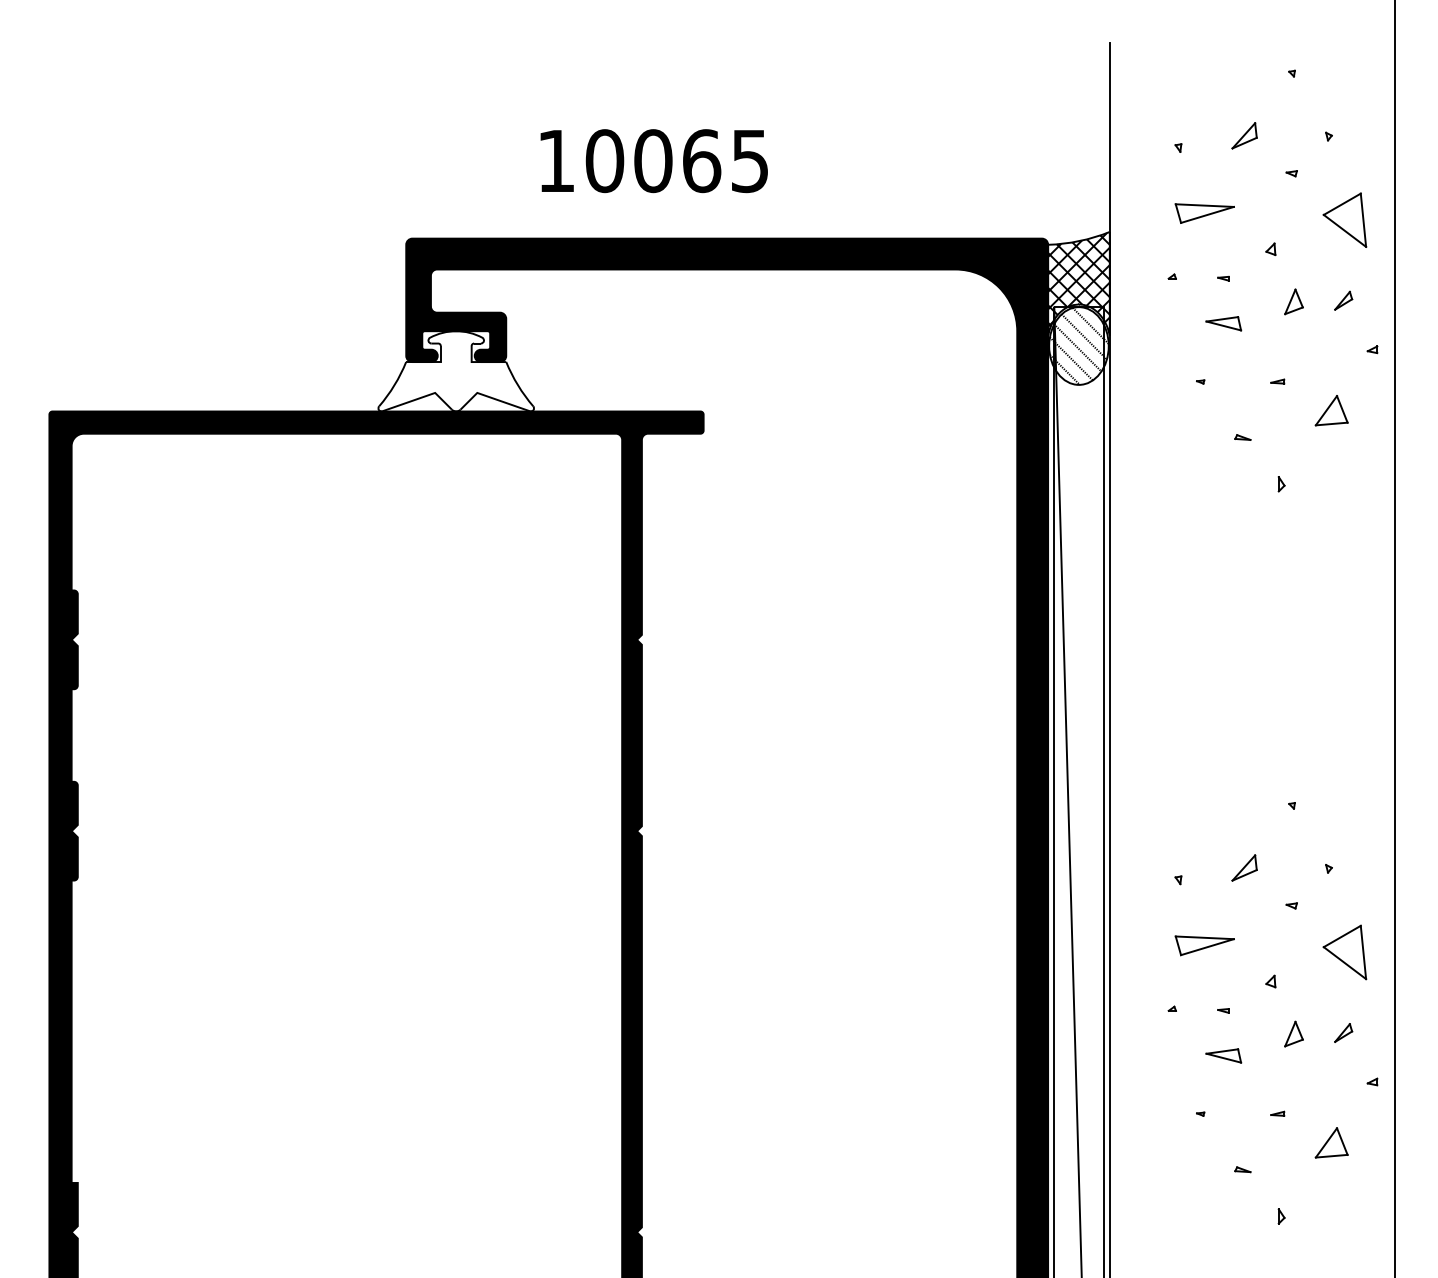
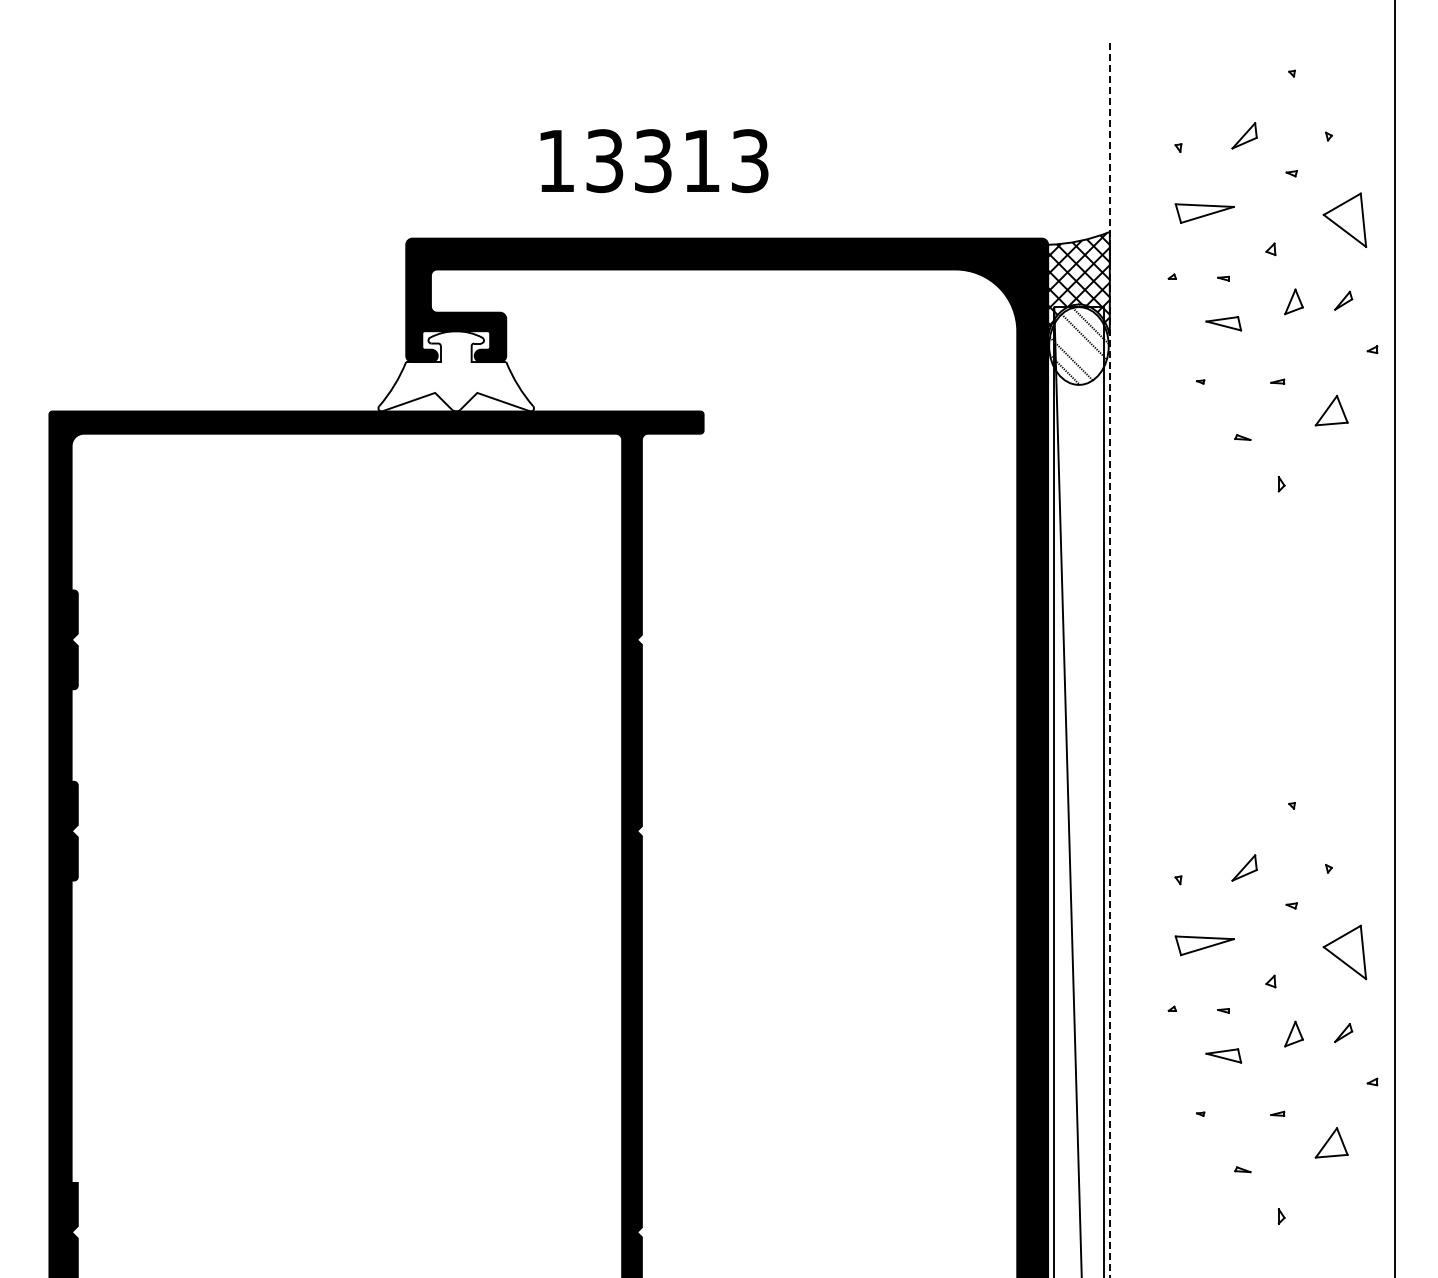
text at (676, 161): 10065 -> 13313
line at (1077, 347): present -> none
line at (1109, 660): solid -> dashed
